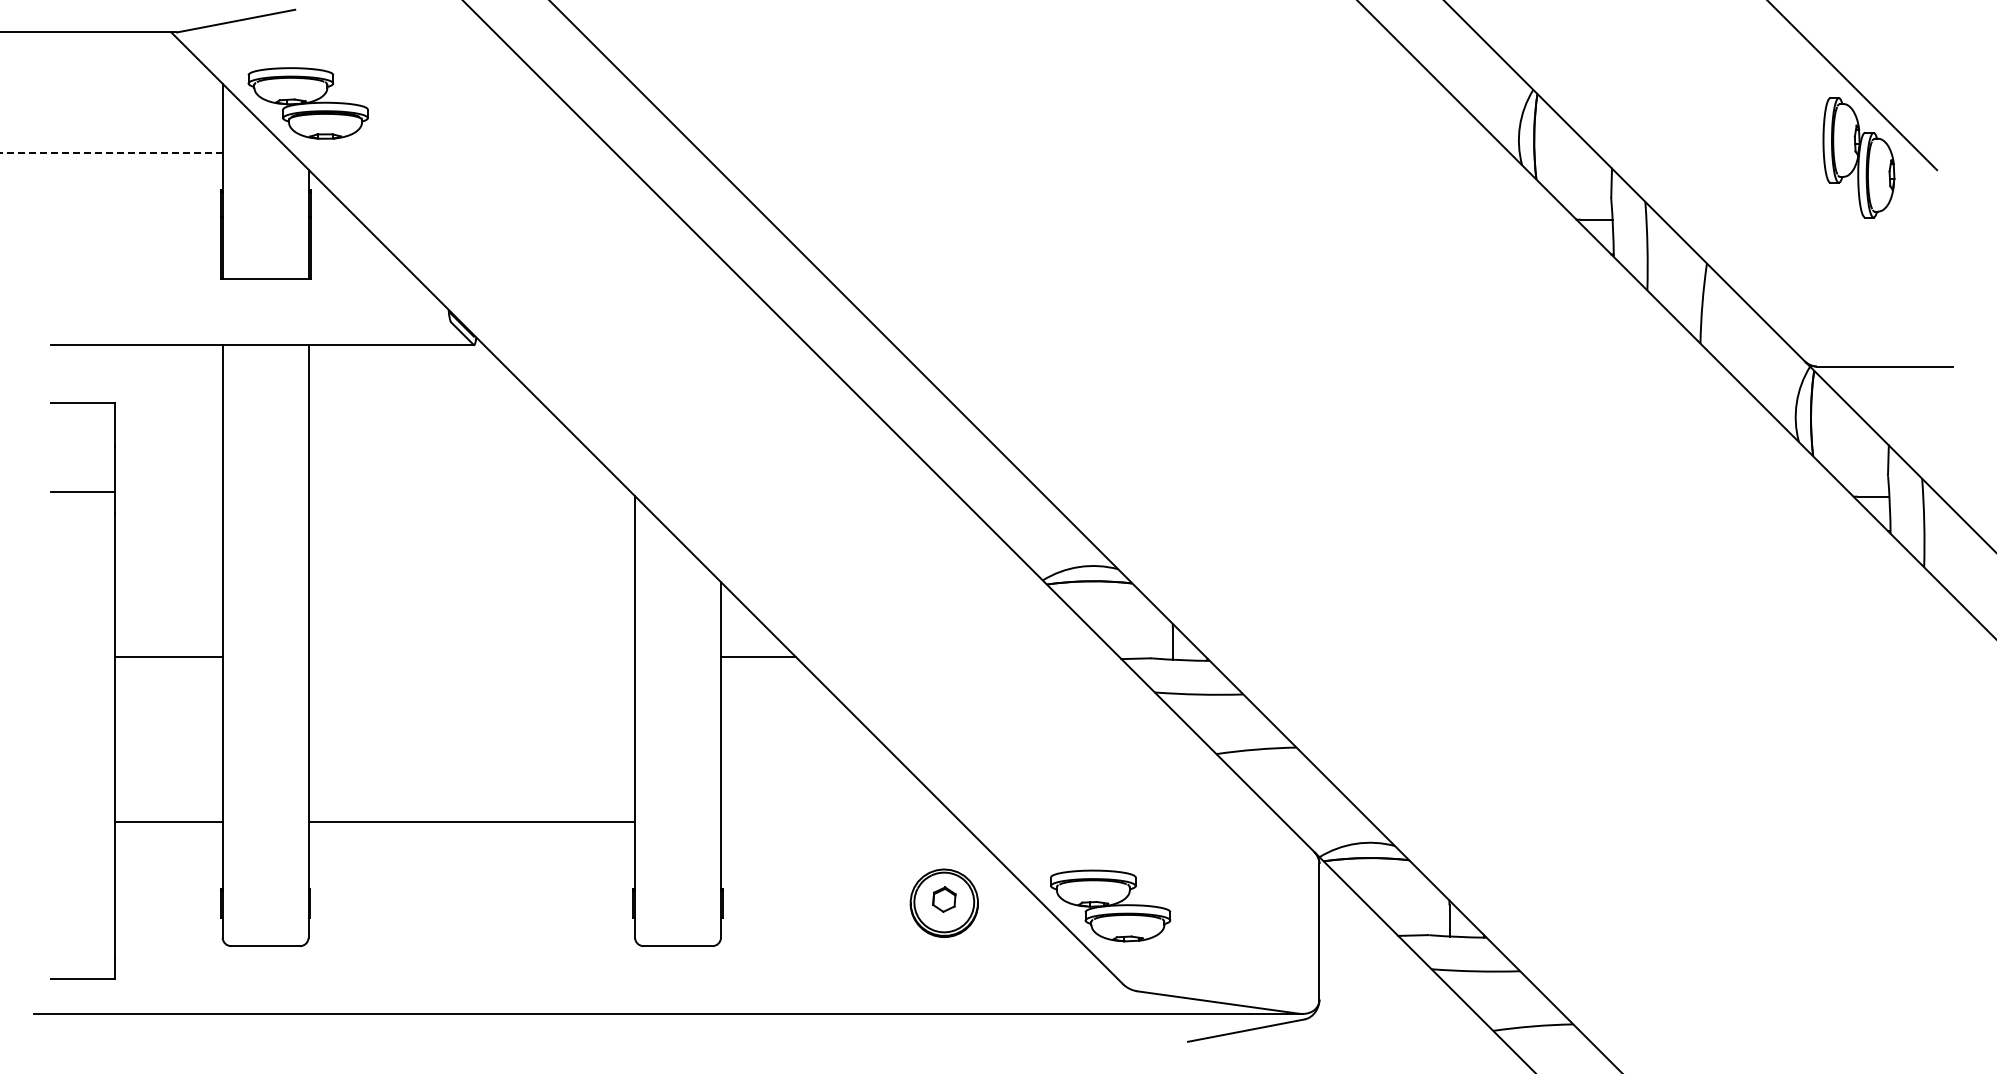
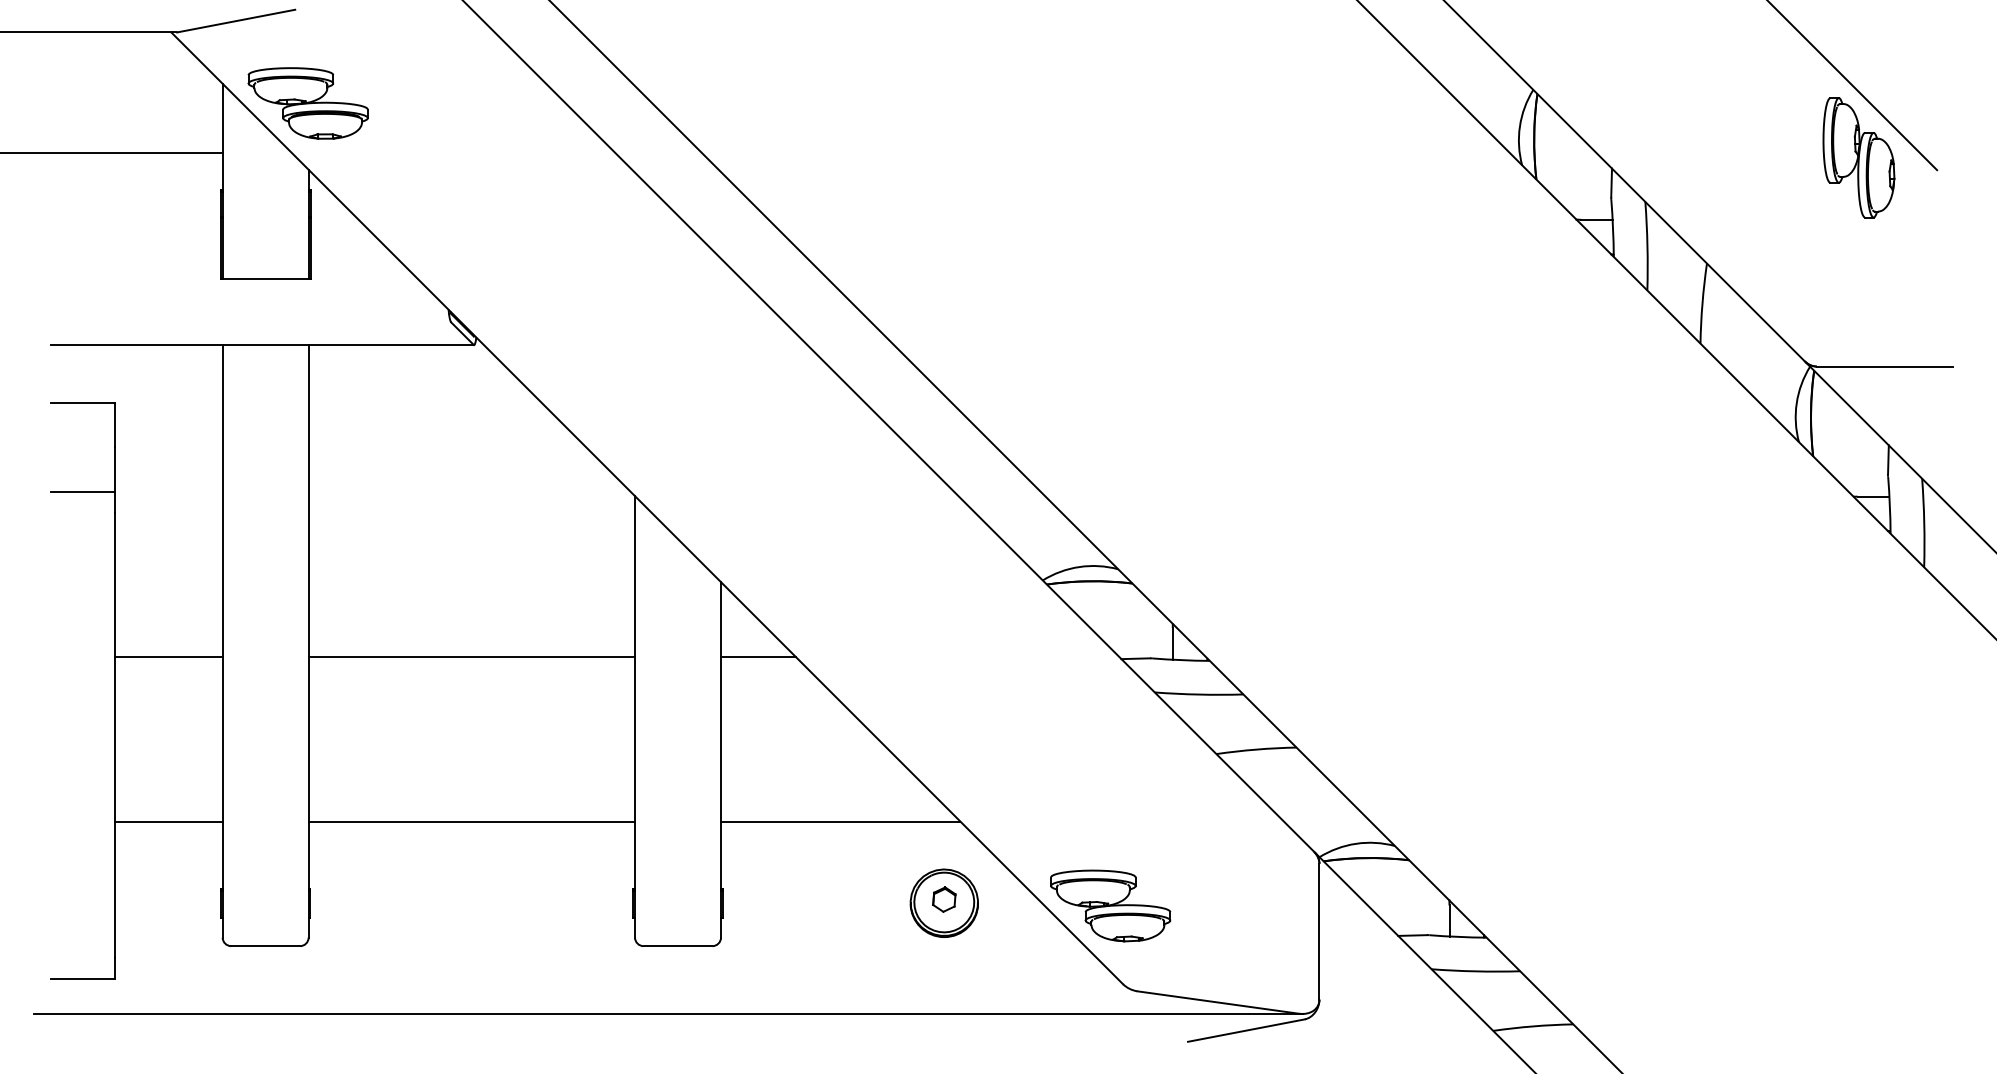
line at (111, 152): dashed -> solid
line at (471, 657): none -> present
line at (840, 821): none -> present
